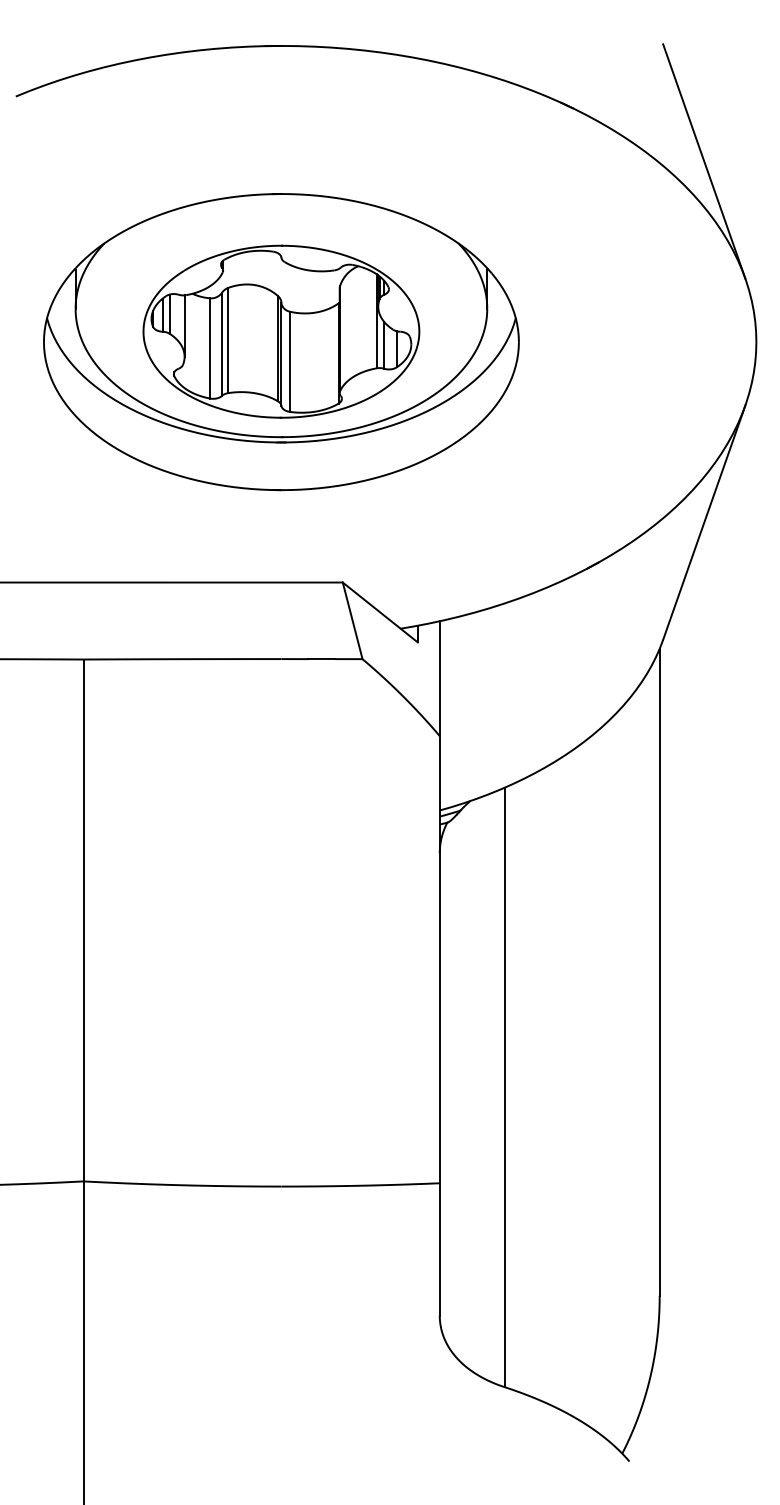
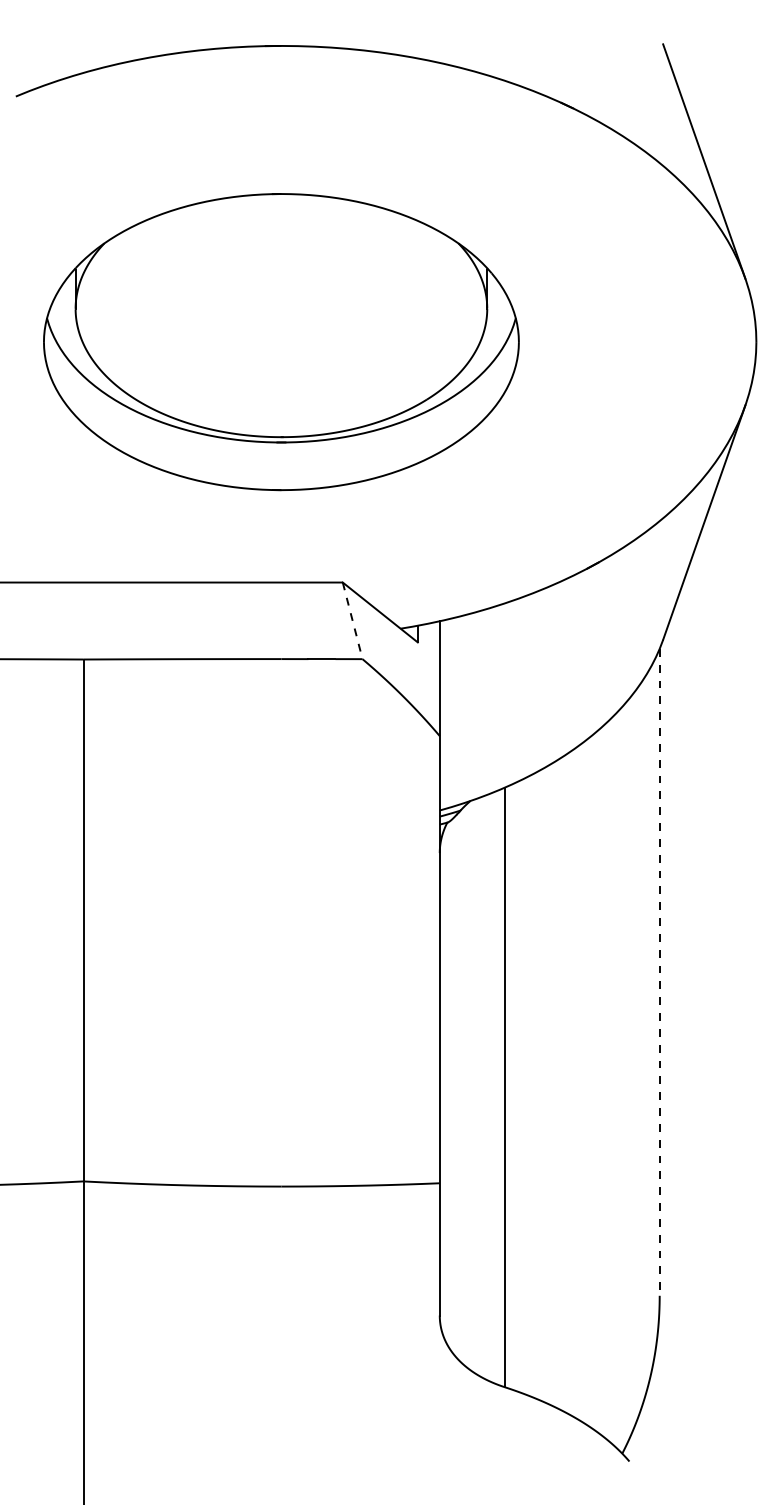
part at (281, 331): present -> none
line at (352, 620): solid -> dashed
line at (659, 972): solid -> dashed
